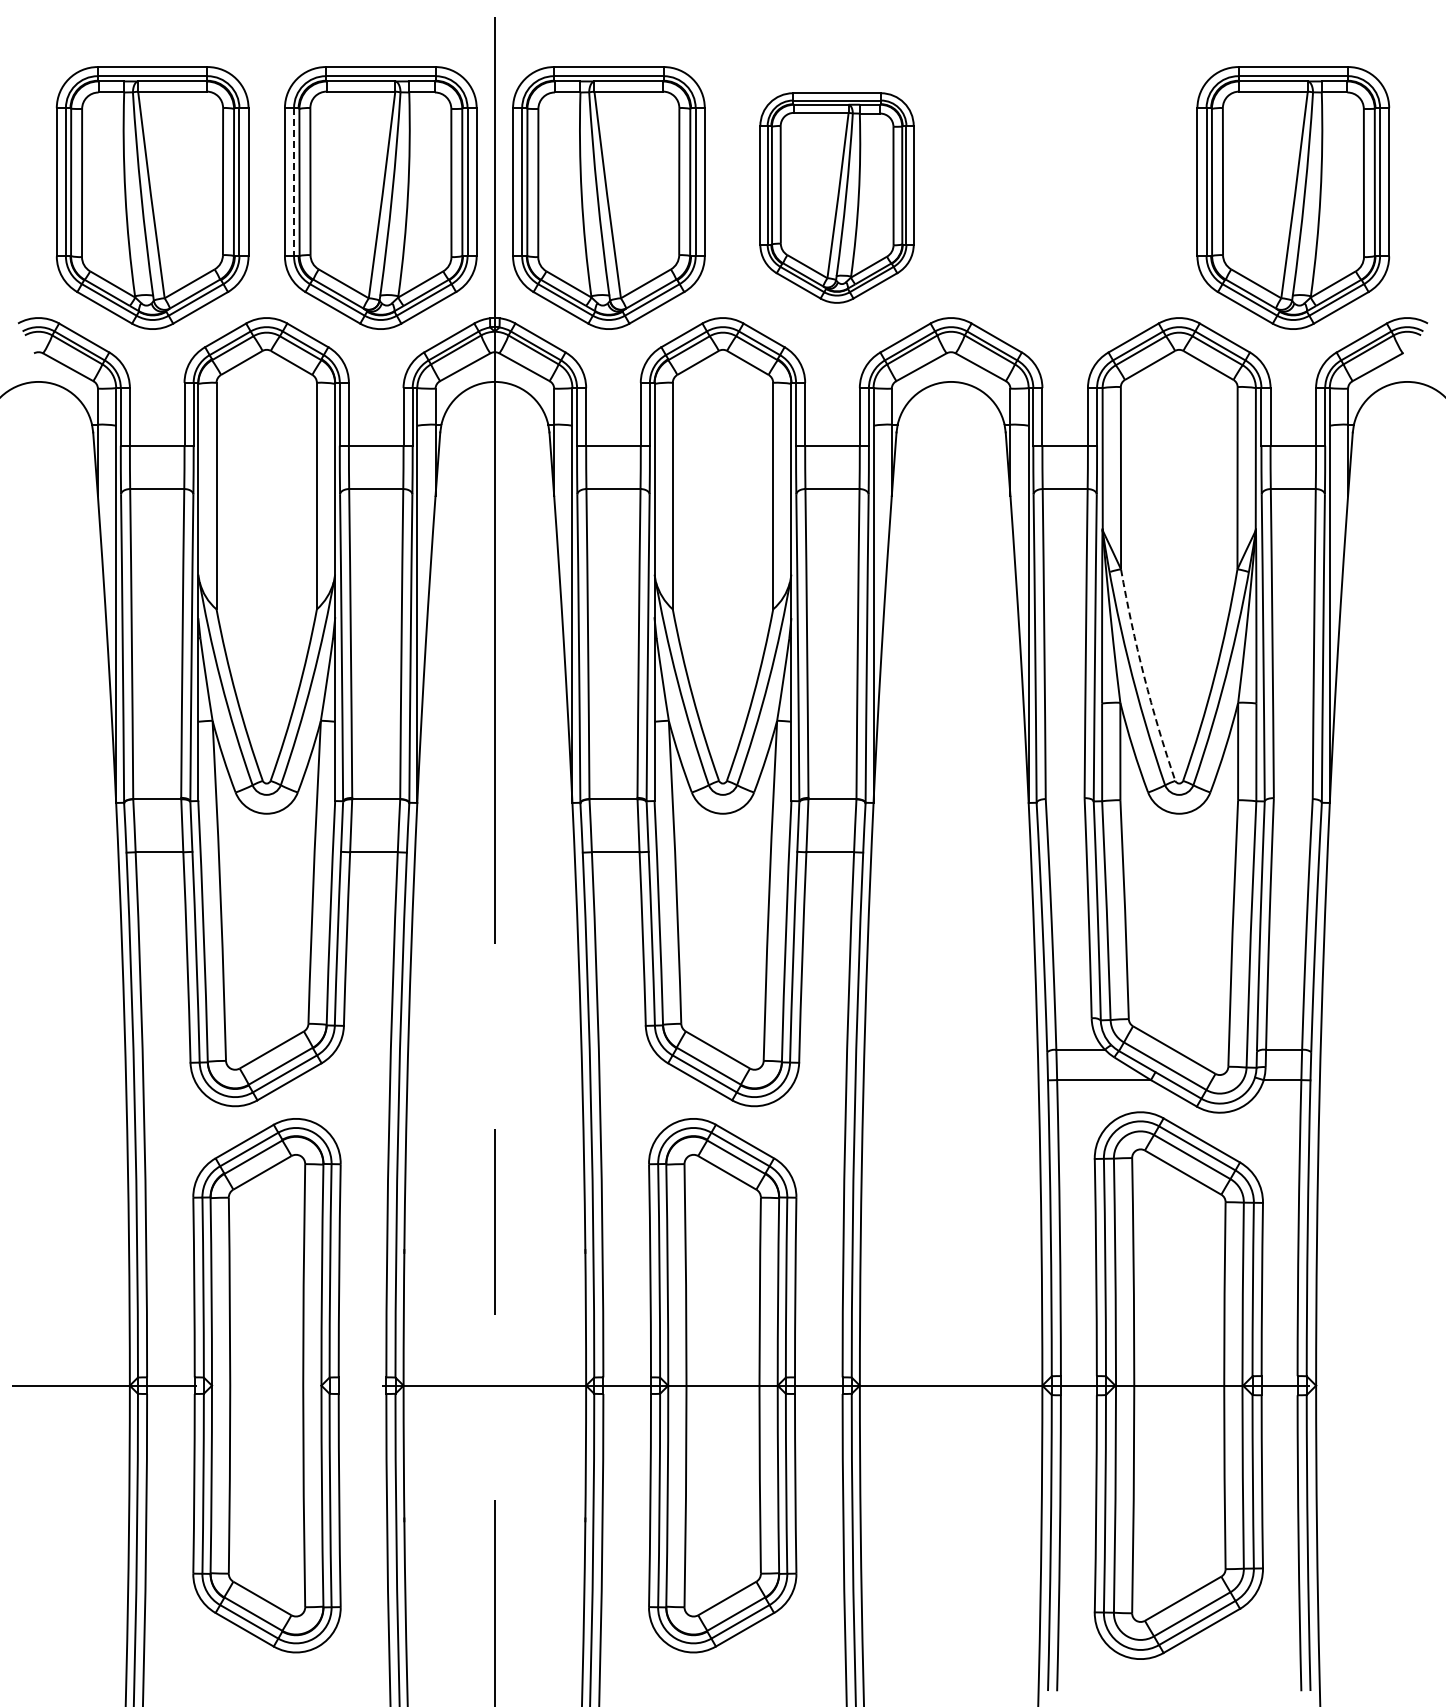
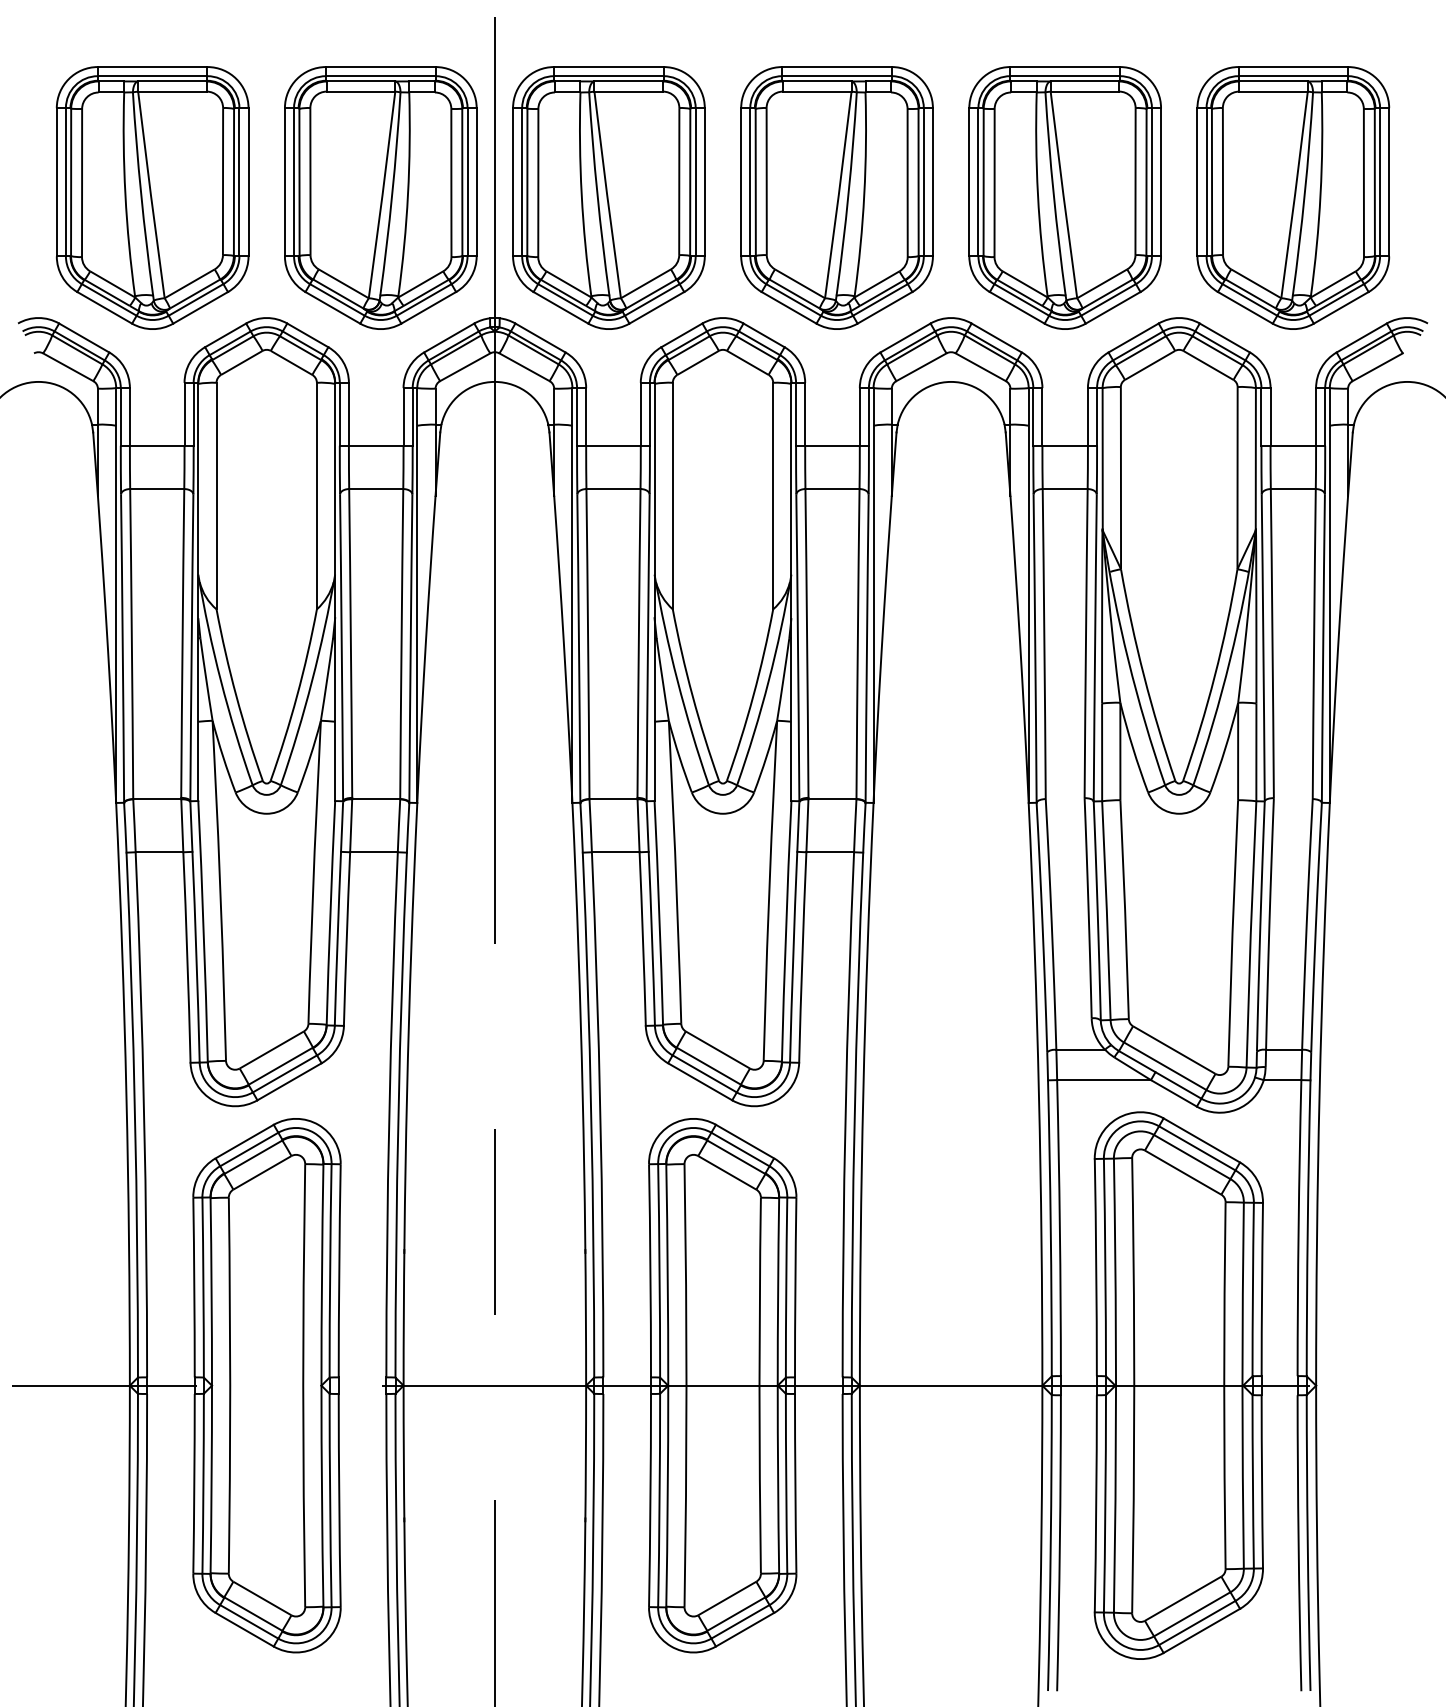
line at (294, 182): dashed -> solid
part at (836, 197) size: 156x212 px -> 194x264 px
part at (1064, 197): none -> present
arc at (1144, 676): dashed -> solid
